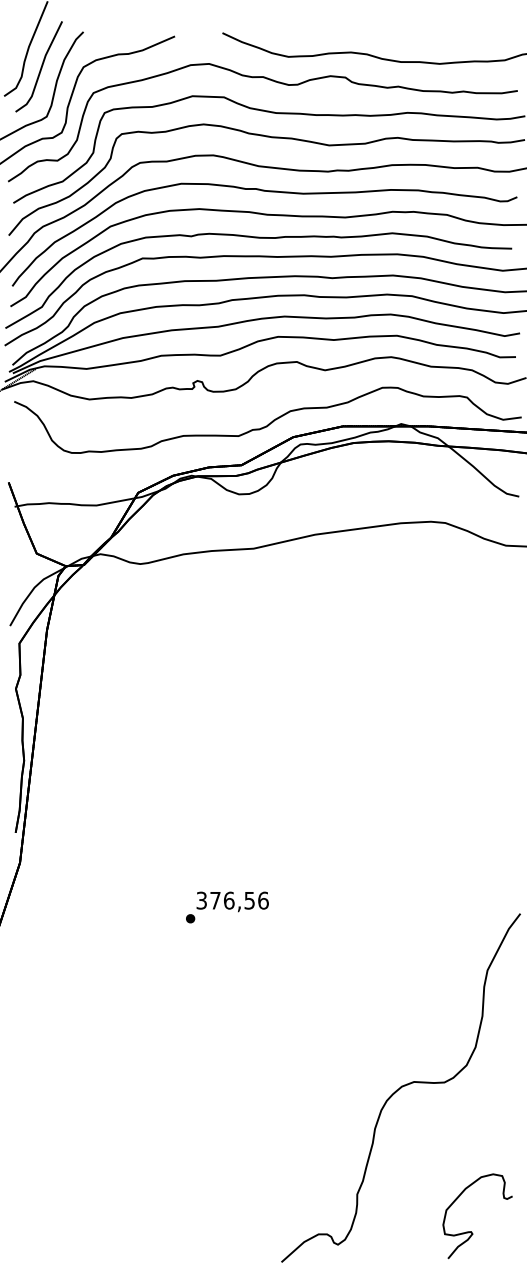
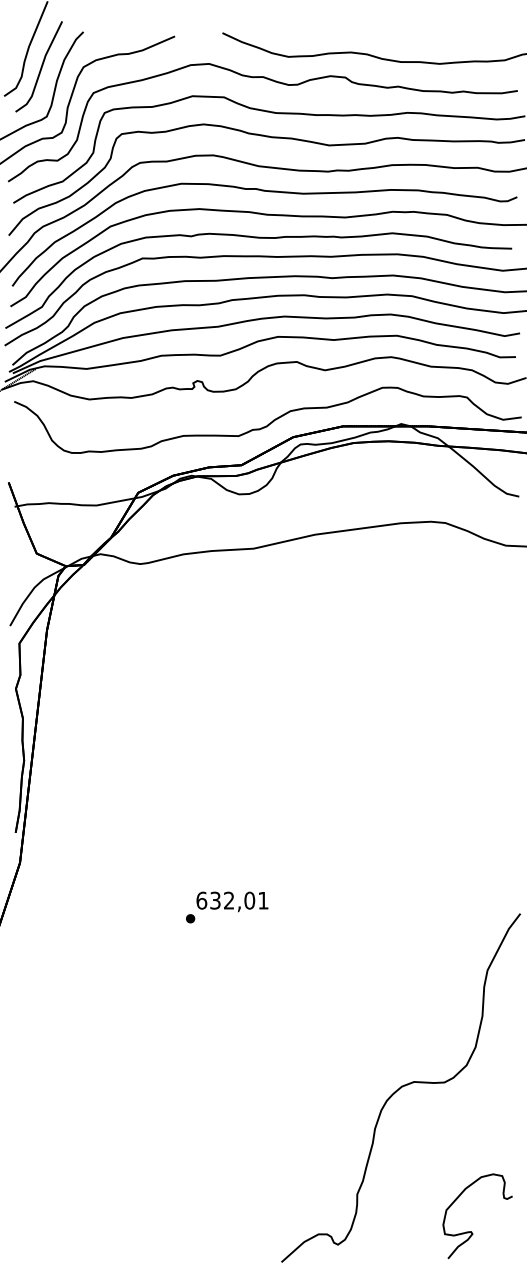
text at (232, 900): 376,56 -> 632,01
